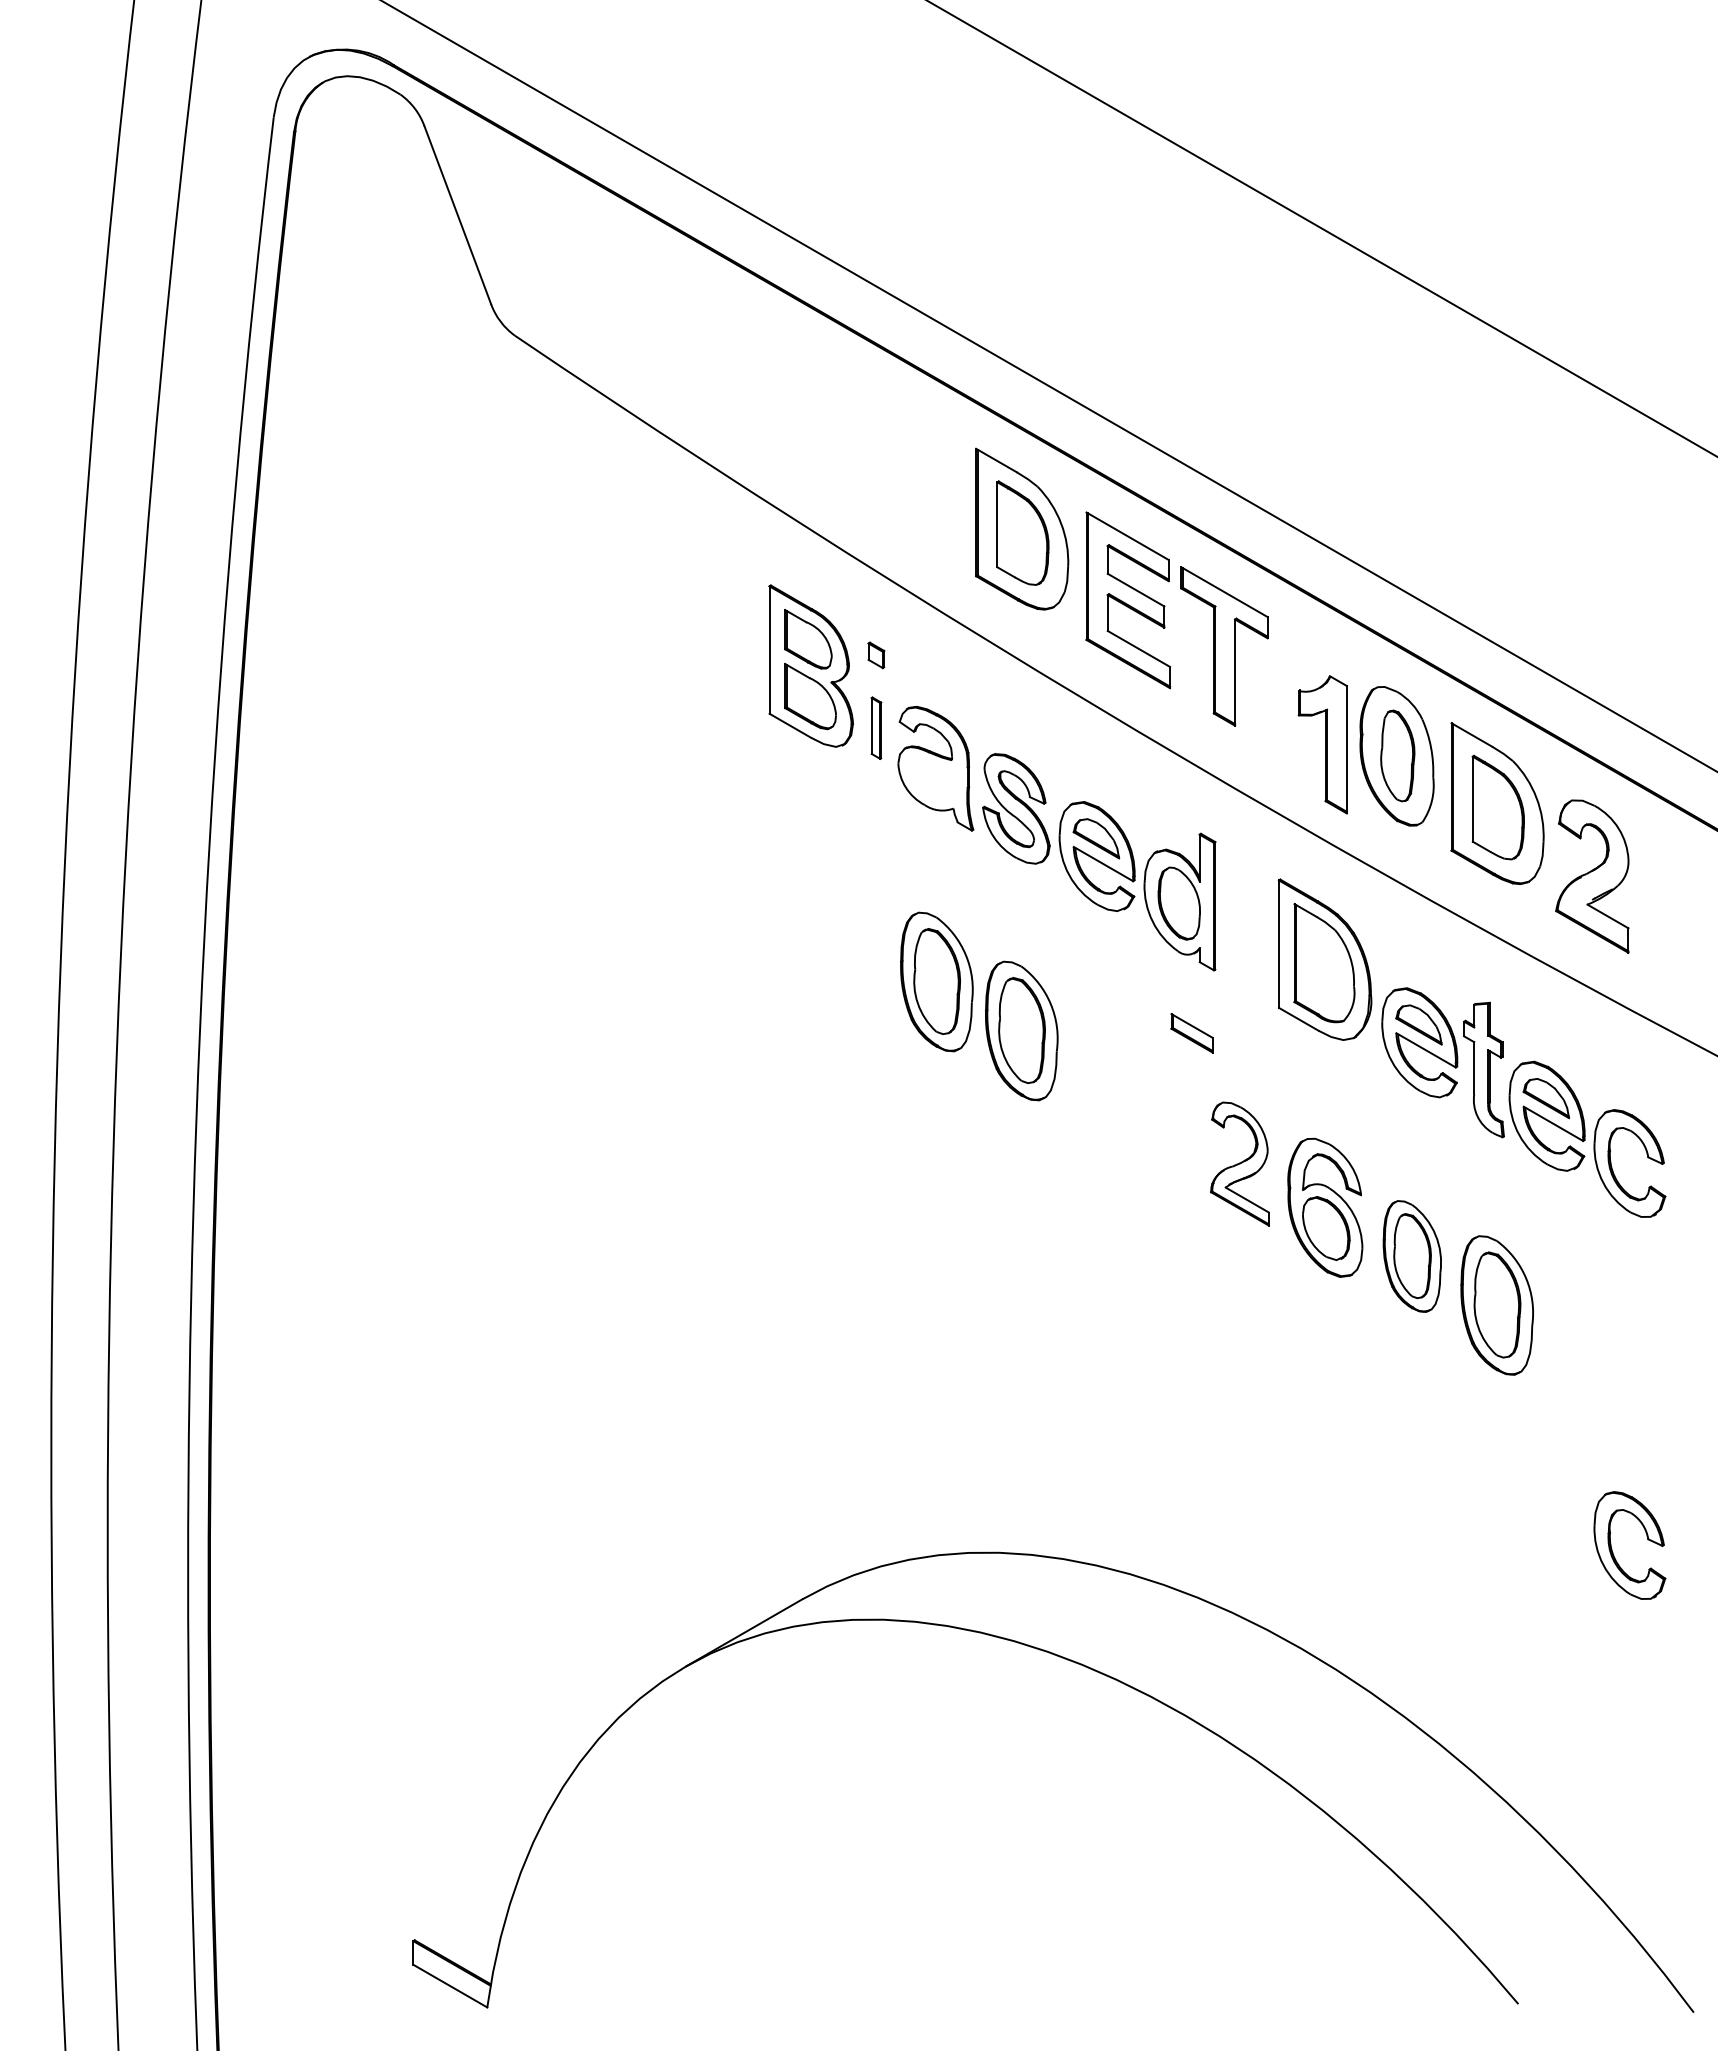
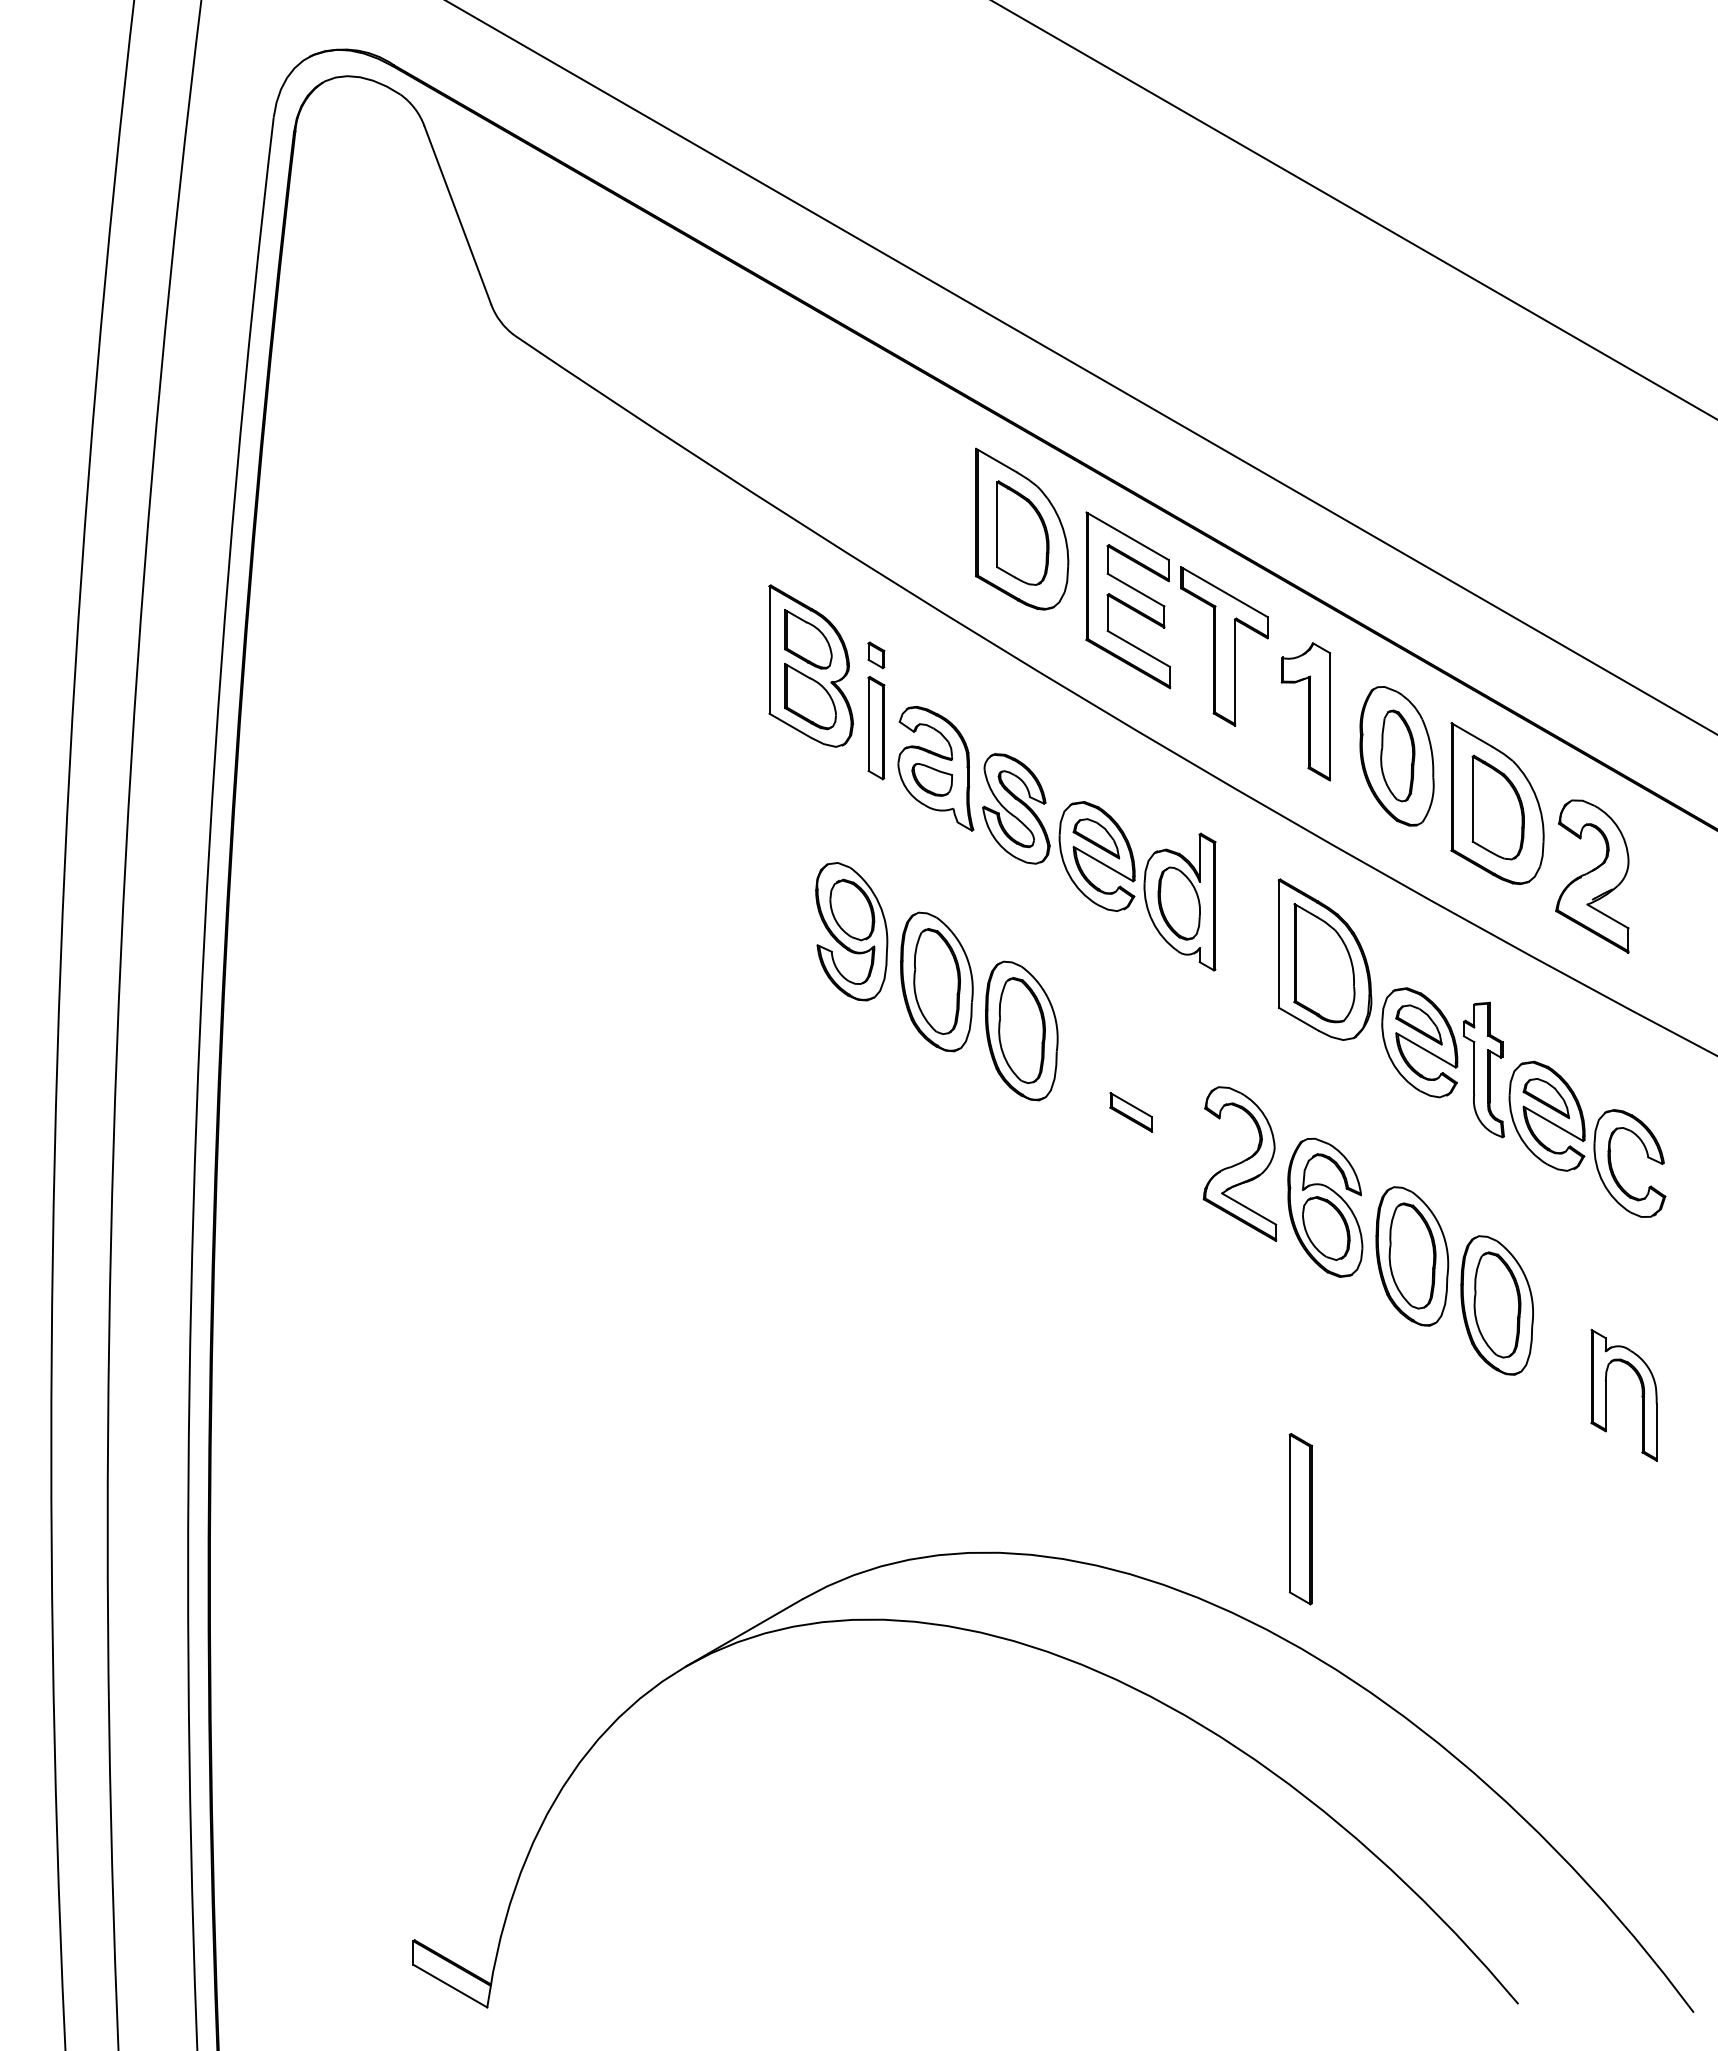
line at (1321, 228) position: (1321, 228) -> (1354, 210)
line at (1049, 386) position: (1049, 386) -> (1081, 367)
part at (876, 727) size: 13x64 px -> 19x105 px
part at (1322, 744) position: (1322, 744) -> (1305, 711)
part at (931, 779): none -> present
part at (851, 931): none -> present
part at (1191, 1033) position: (1191, 1033) -> (1130, 1112)
part at (1239, 1163) size: 60x126 px -> 76x156 px
part at (1411, 1256) size: 60x113 px -> 75x141 px
part at (1606, 1395): none -> present
part at (1300, 1519): none -> present
part at (1612, 1548): present -> none
